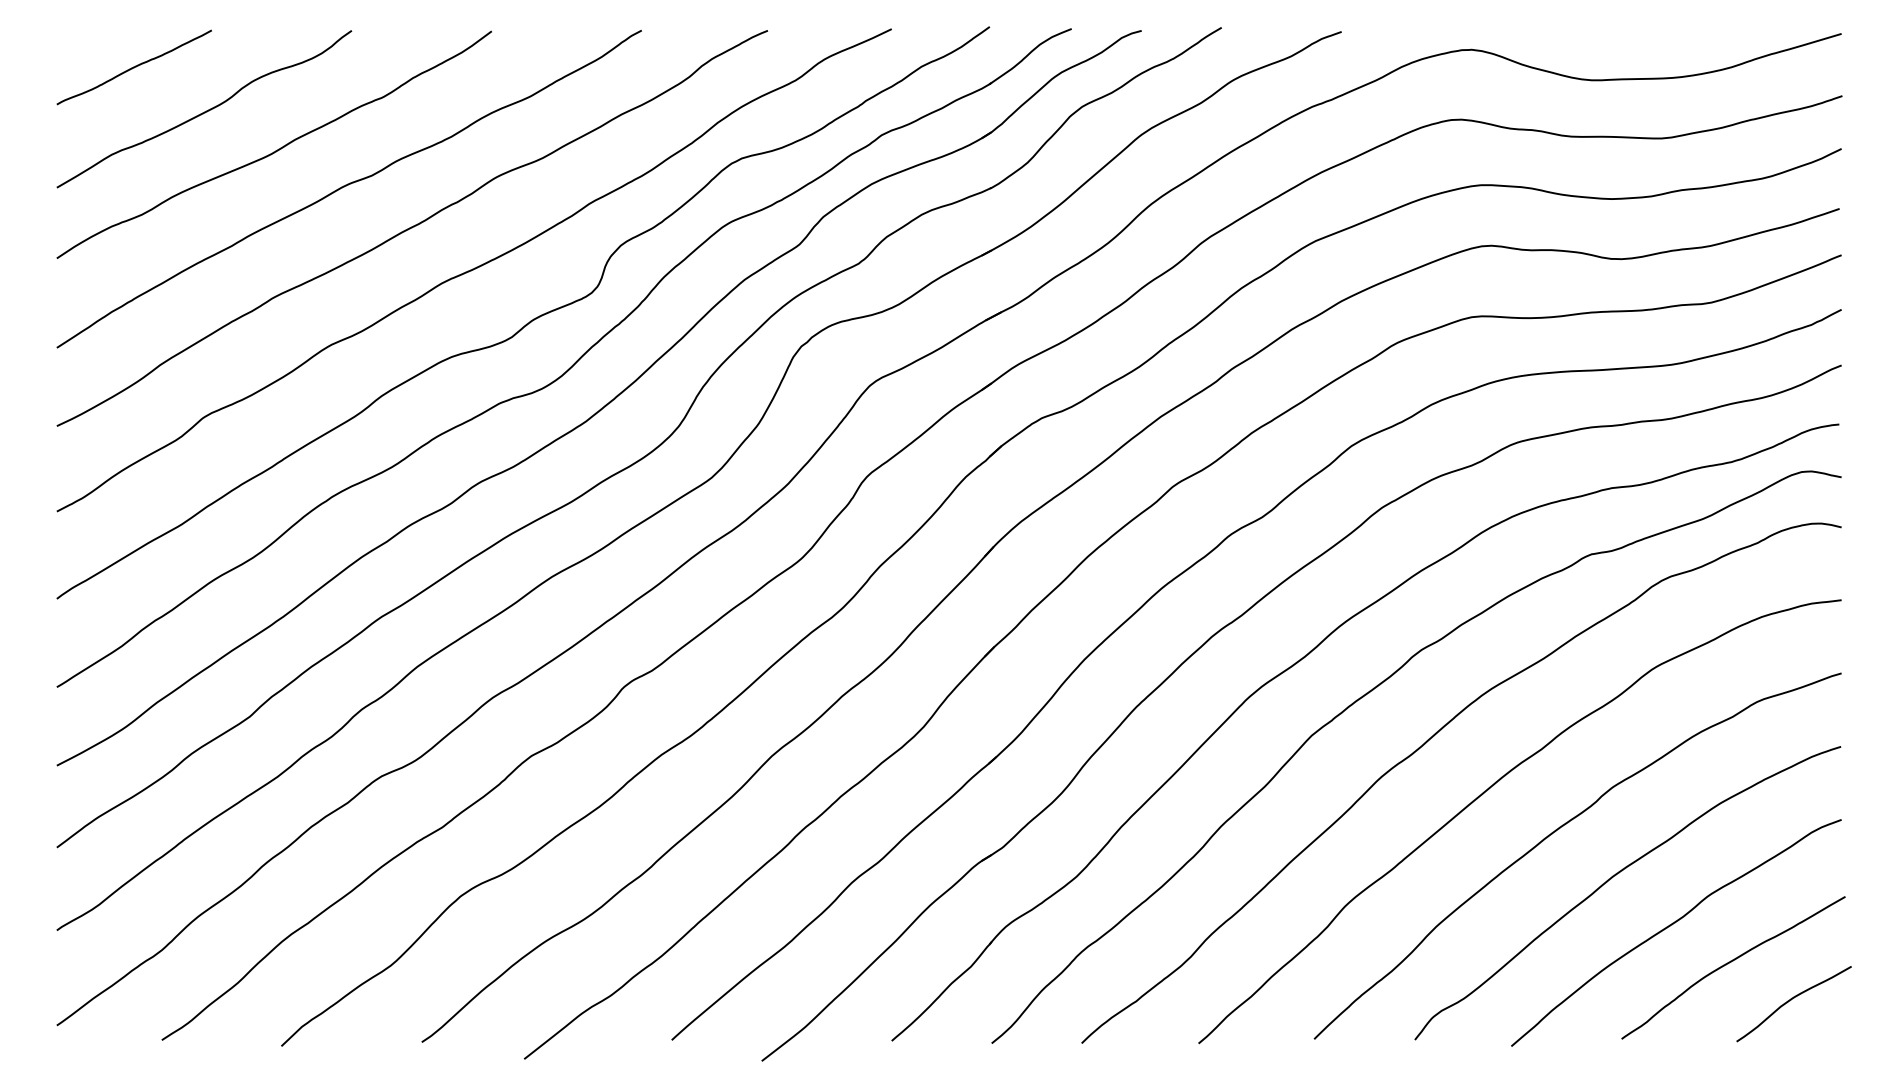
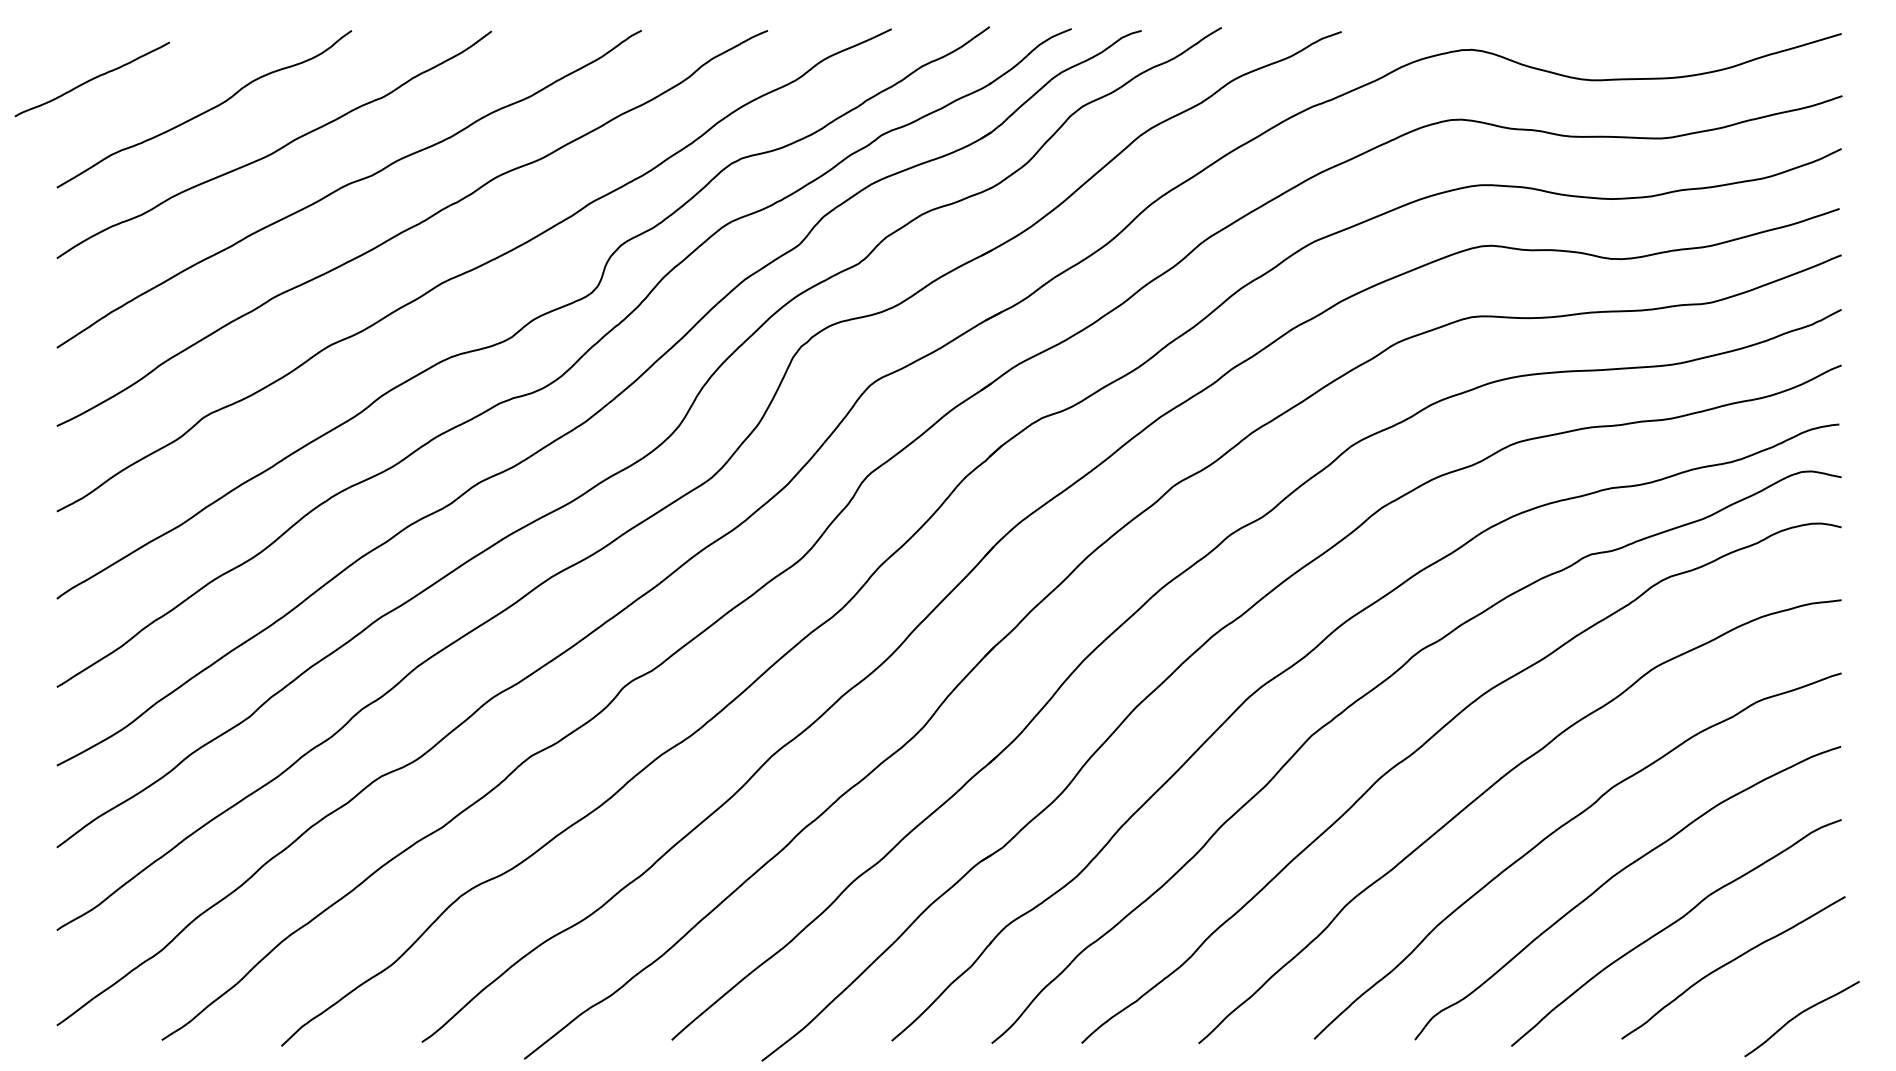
curve at (133, 67) position: (133, 67) -> (91, 79)
curve at (1791, 1000) position: (1791, 1000) -> (1799, 1015)
